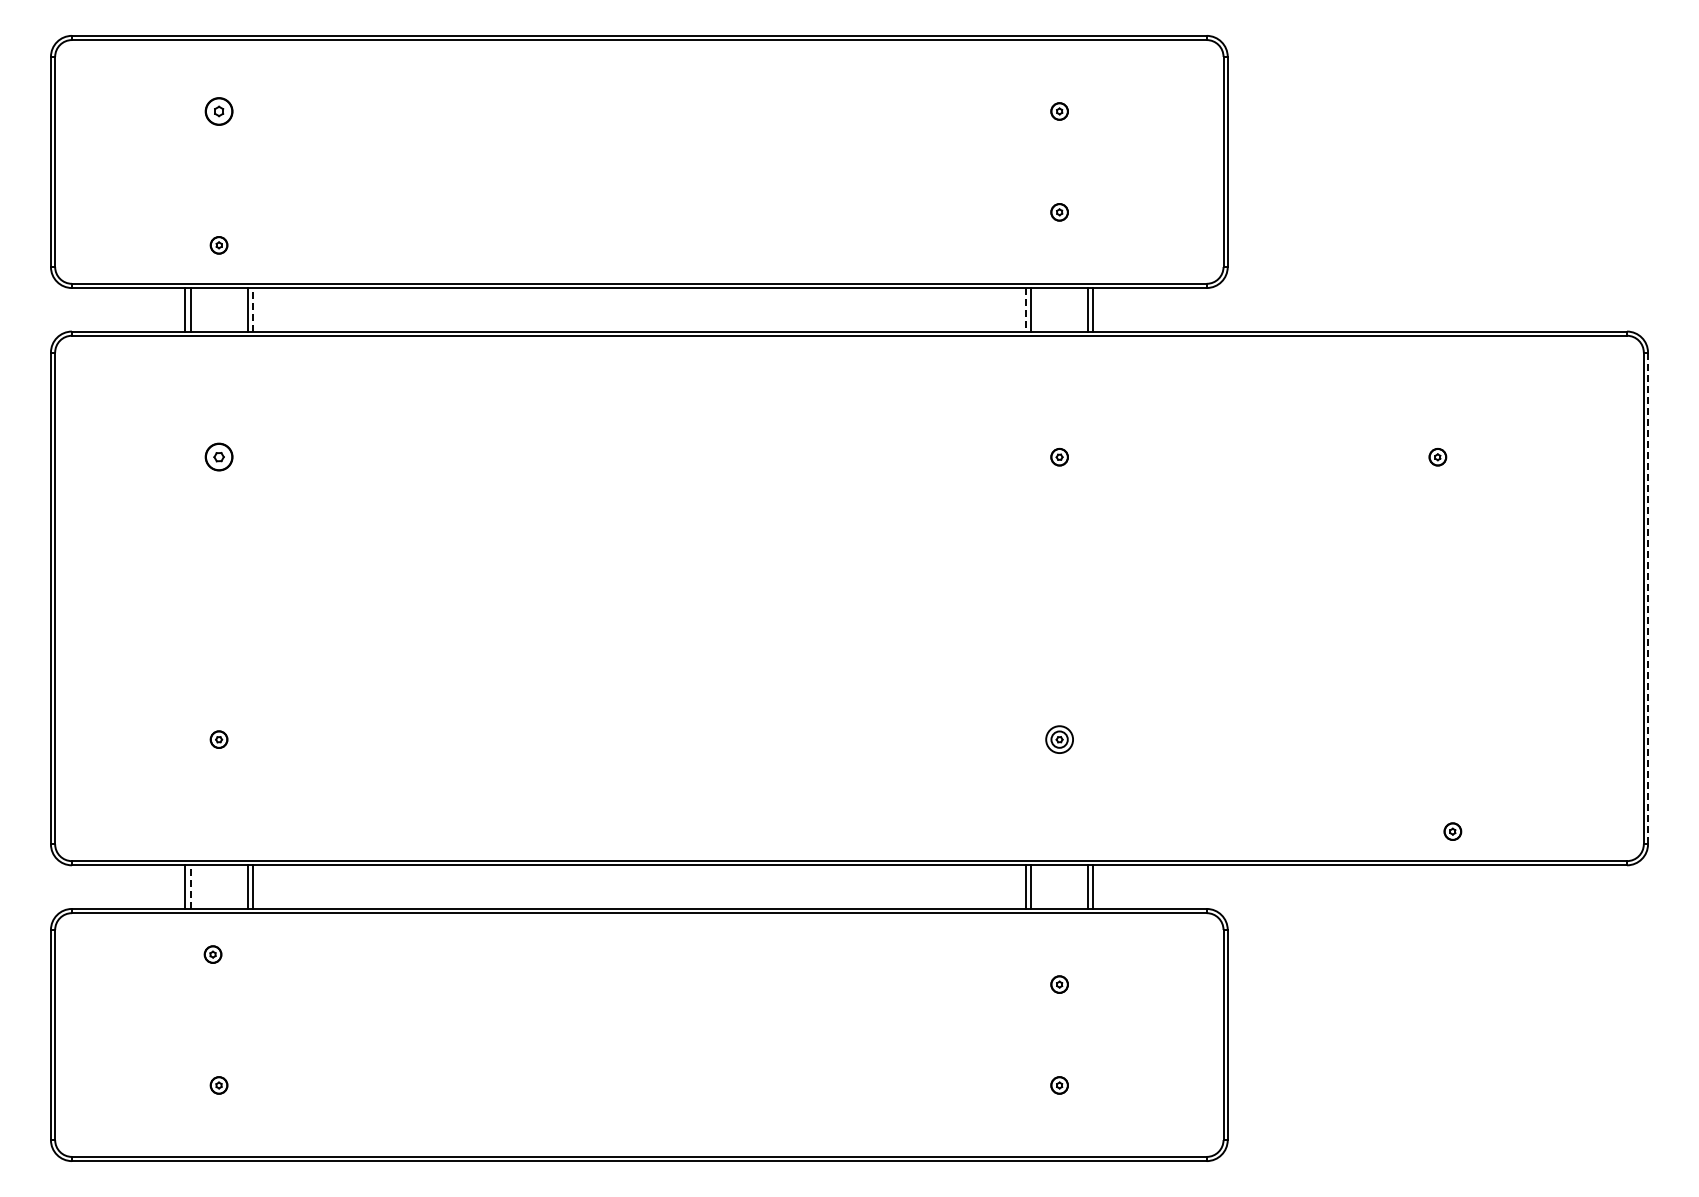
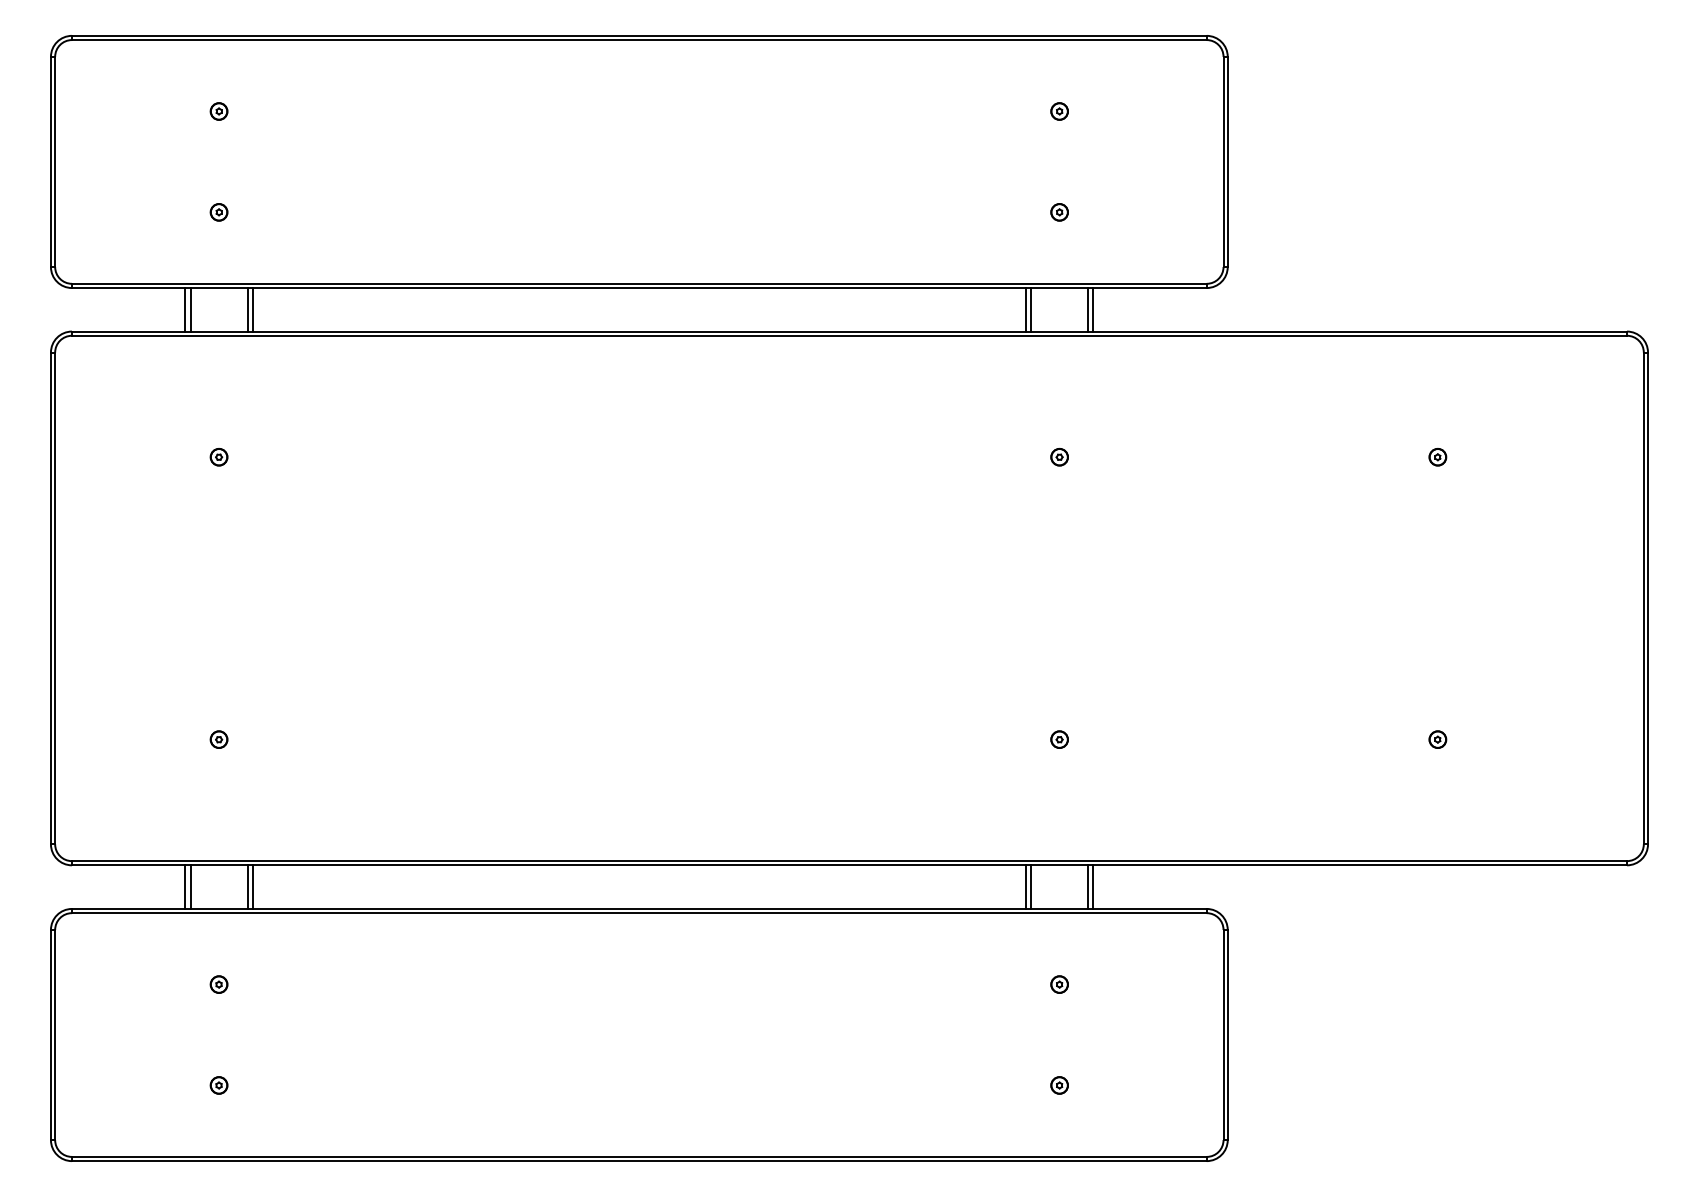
part at (218, 111) size: 30x29 px -> 20x19 px
part at (218, 245) position: (218, 245) -> (218, 212)
line at (252, 309): dashed -> solid
line at (1026, 309): dashed -> solid
part at (218, 456) size: 30x30 px -> 20x19 px
line at (1648, 598): dashed -> solid
circle at (1059, 739) diameter: 27 px -> 17 px
part at (1452, 831) position: (1452, 831) -> (1437, 739)
line at (190, 887): dashed -> solid
part at (212, 954) position: (212, 954) -> (218, 984)
